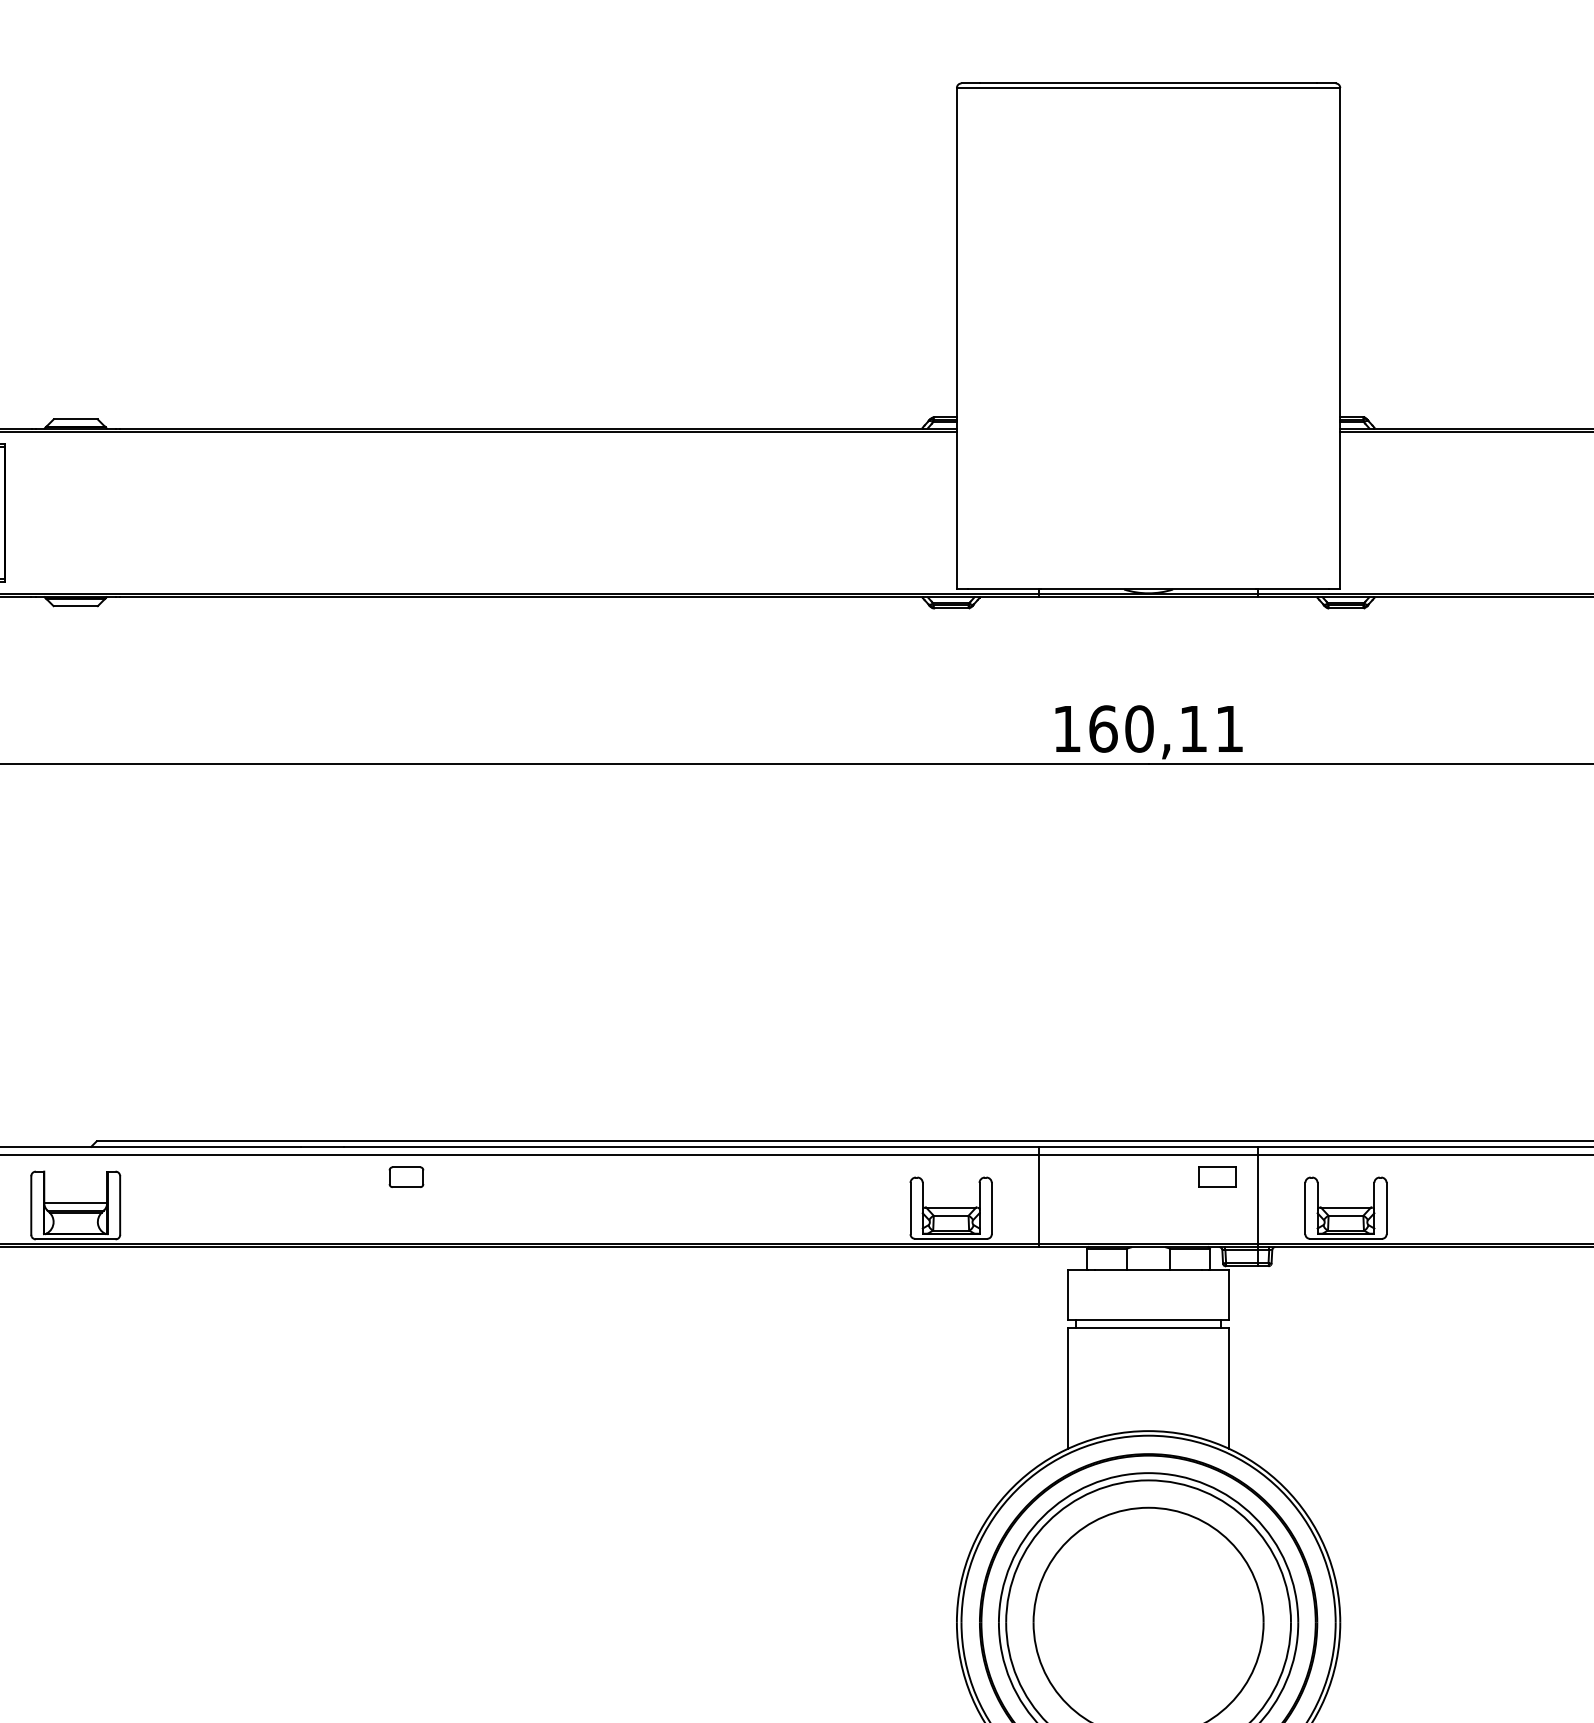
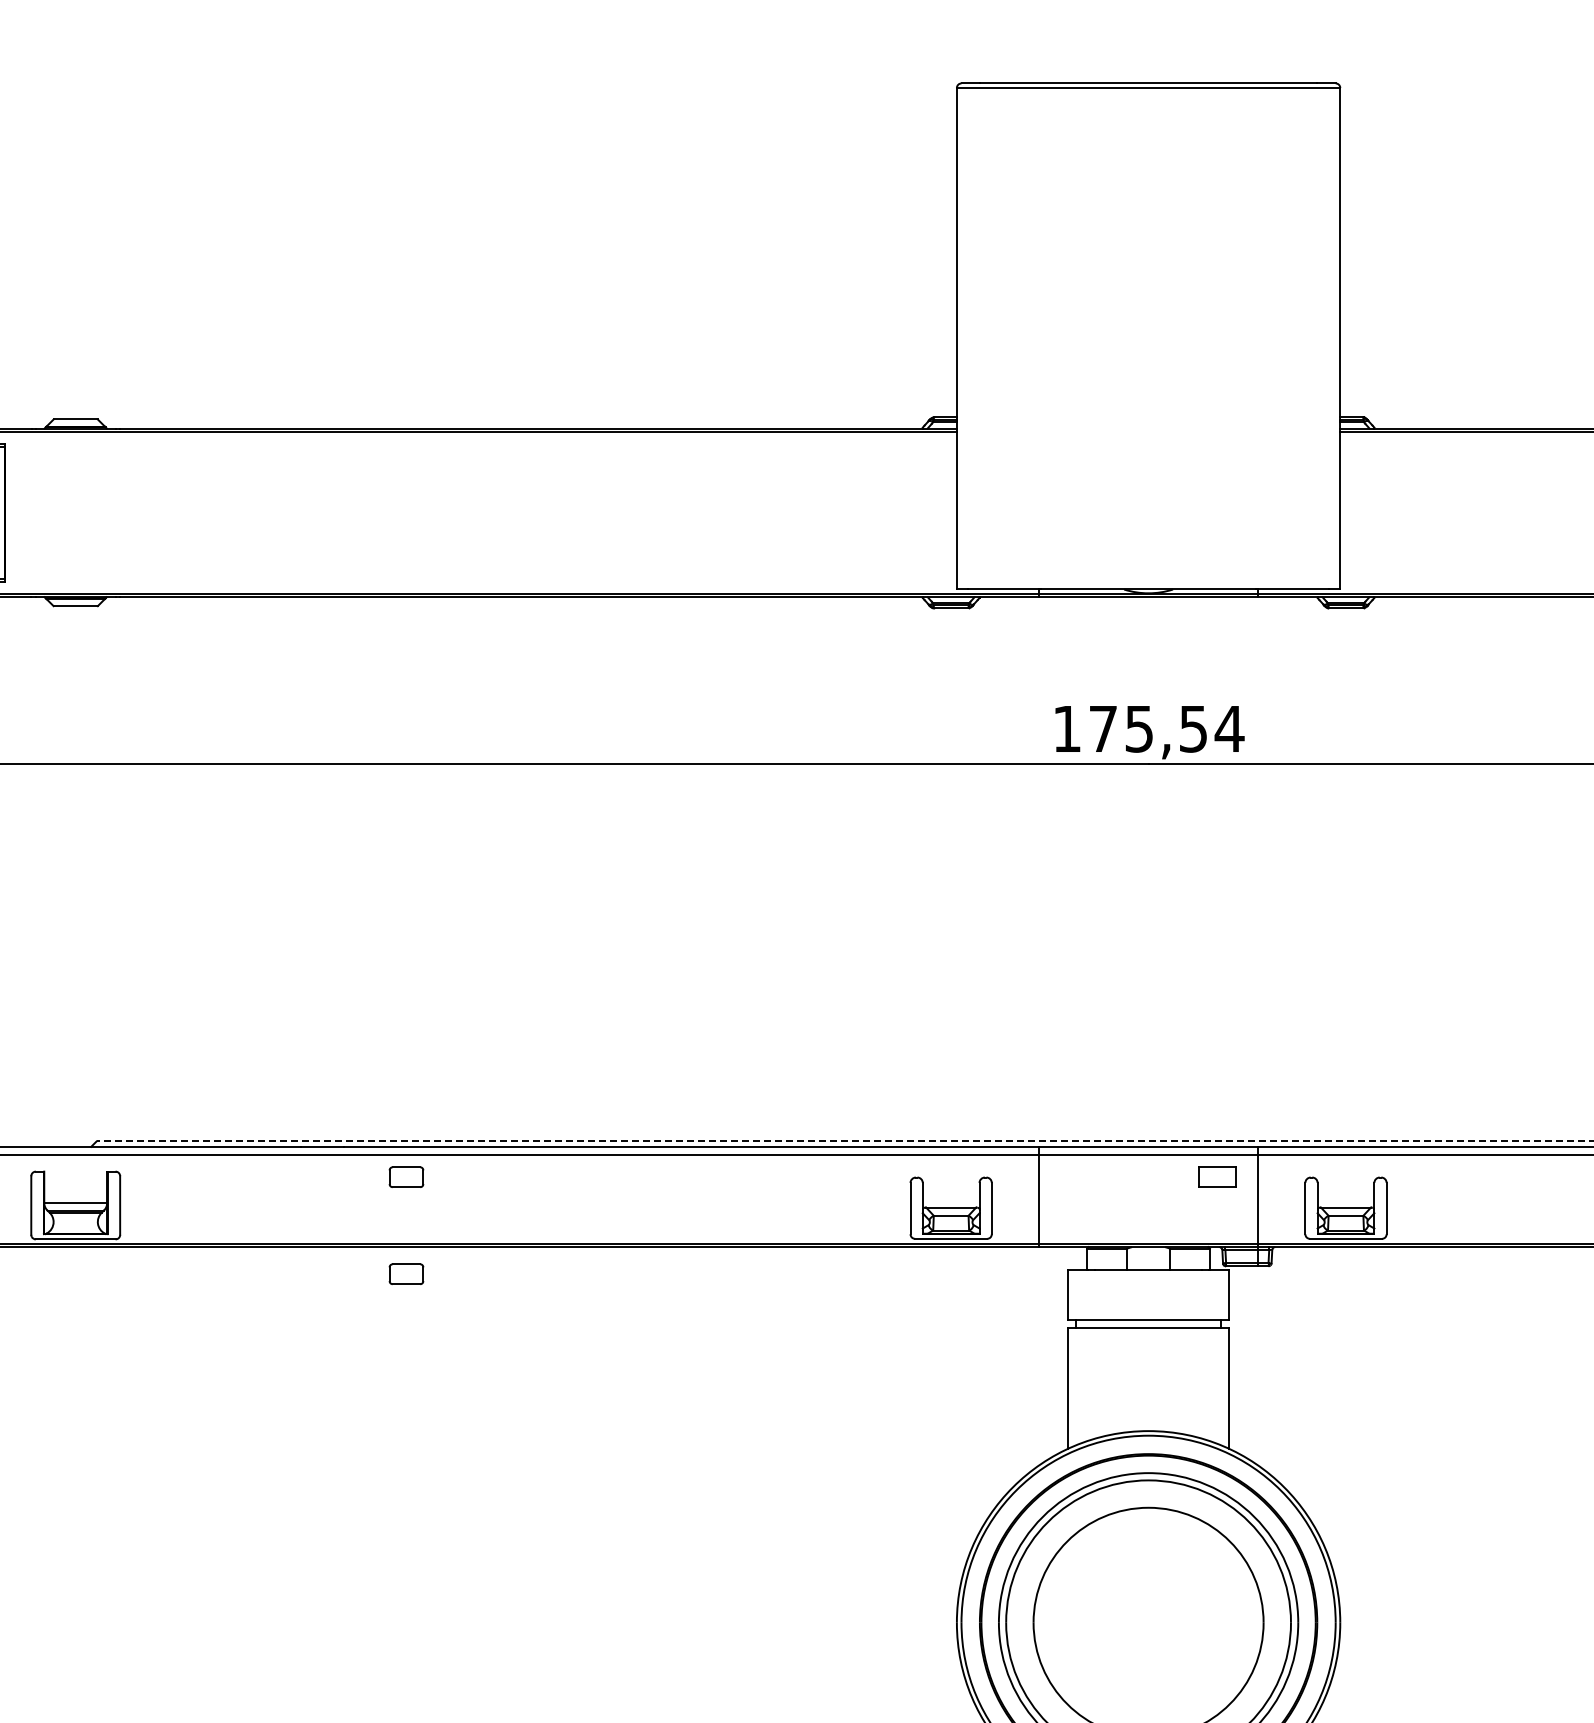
text at (1166, 728): 160,11 -> 175,54
line at (844, 1141): solid -> dashed
part at (406, 1273): none -> present
